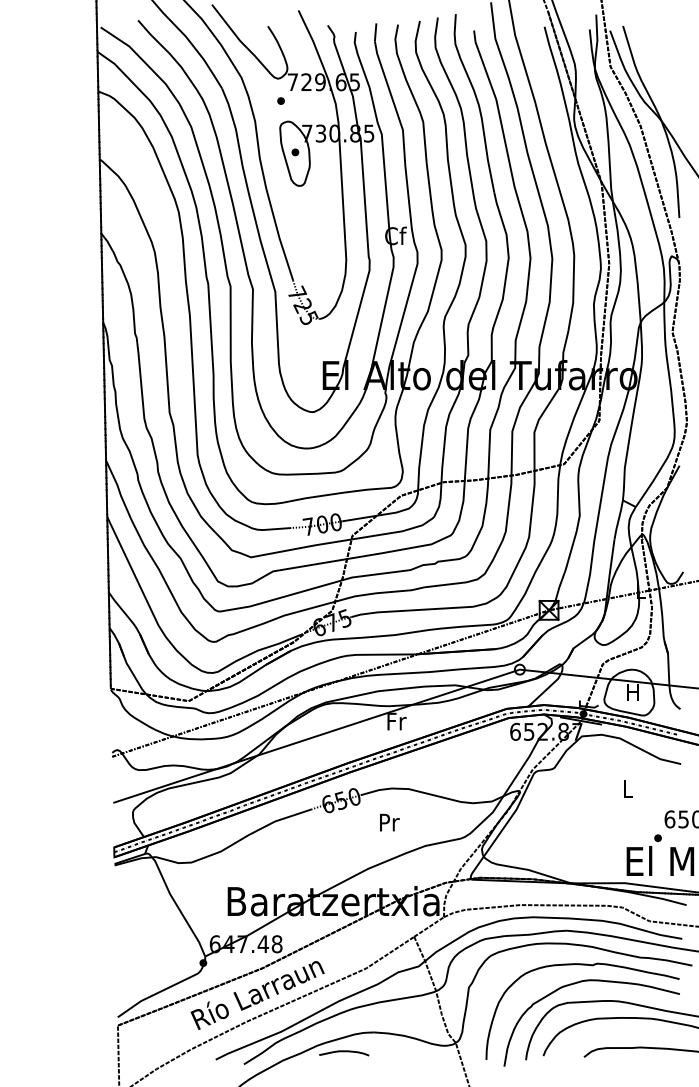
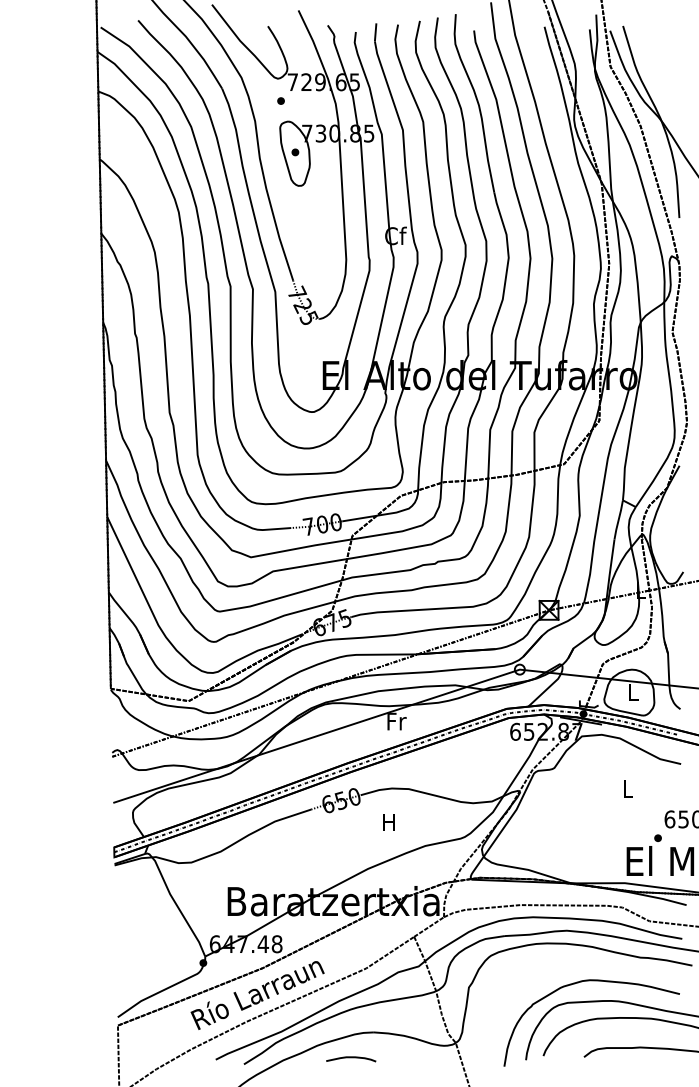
text at (632, 692): H -> L
text at (389, 822): Pr -> H
curve at (591, 966): present -> none
curve at (344, 1052) position: (344, 1052) -> (351, 1058)
